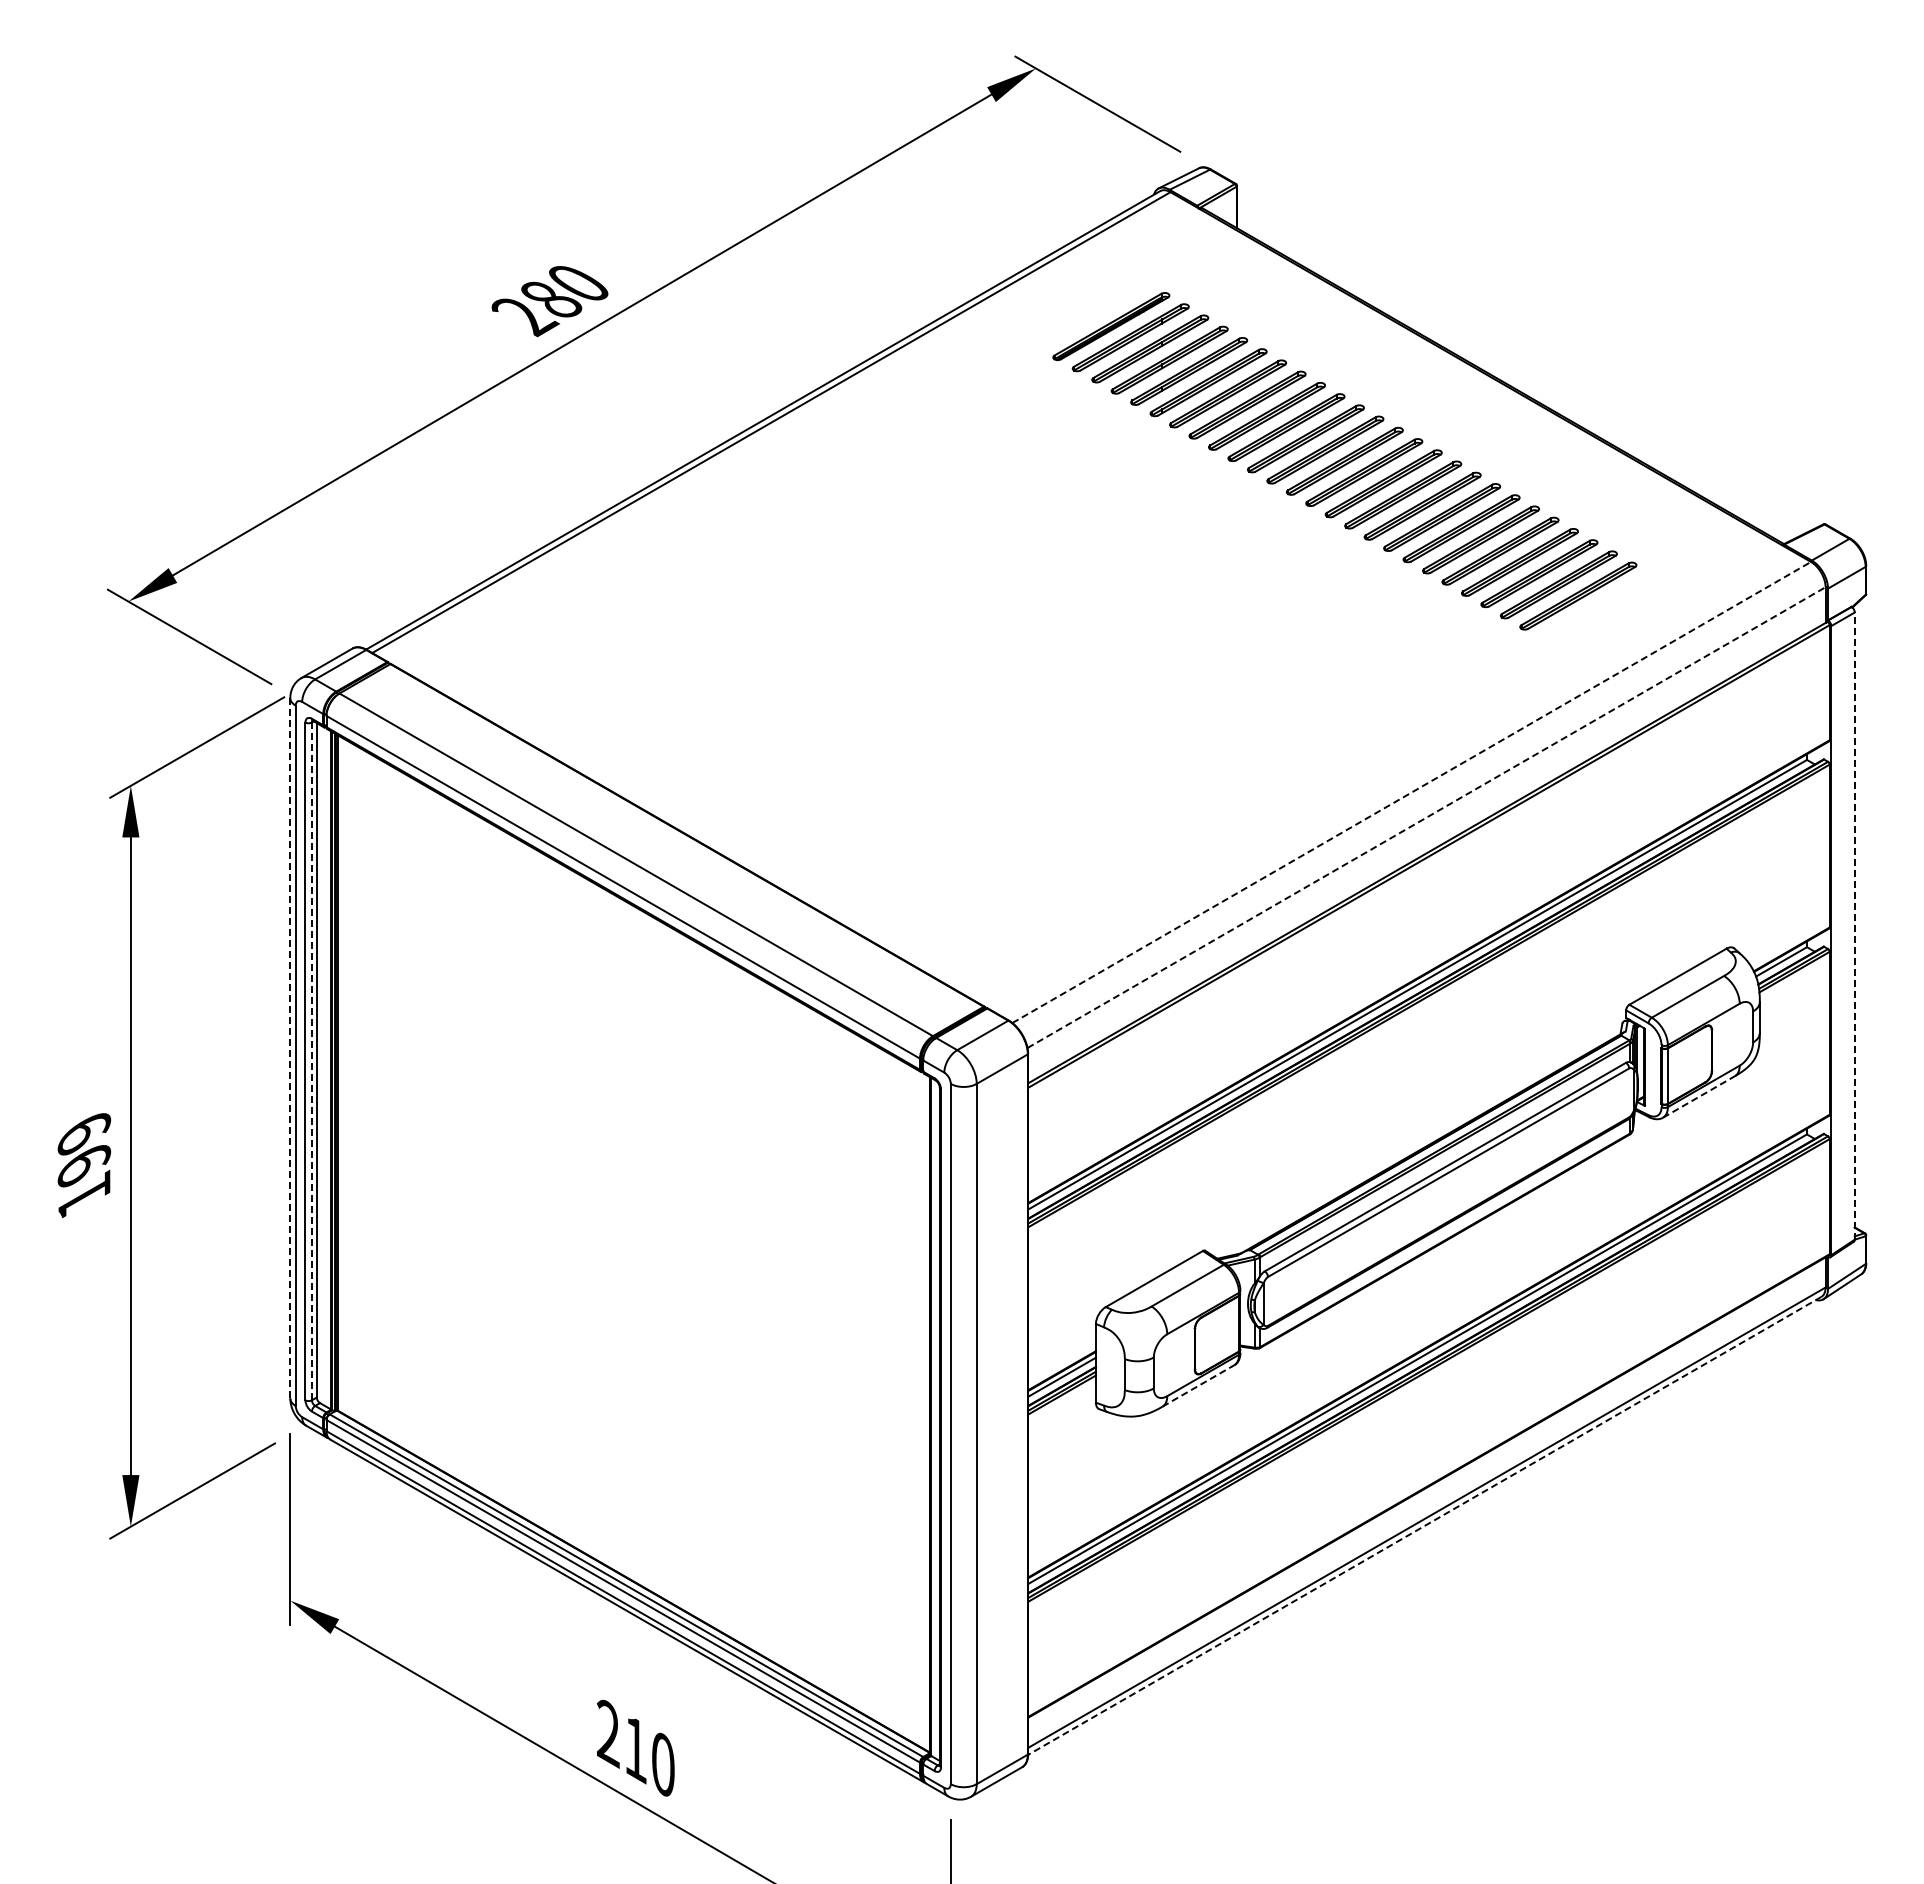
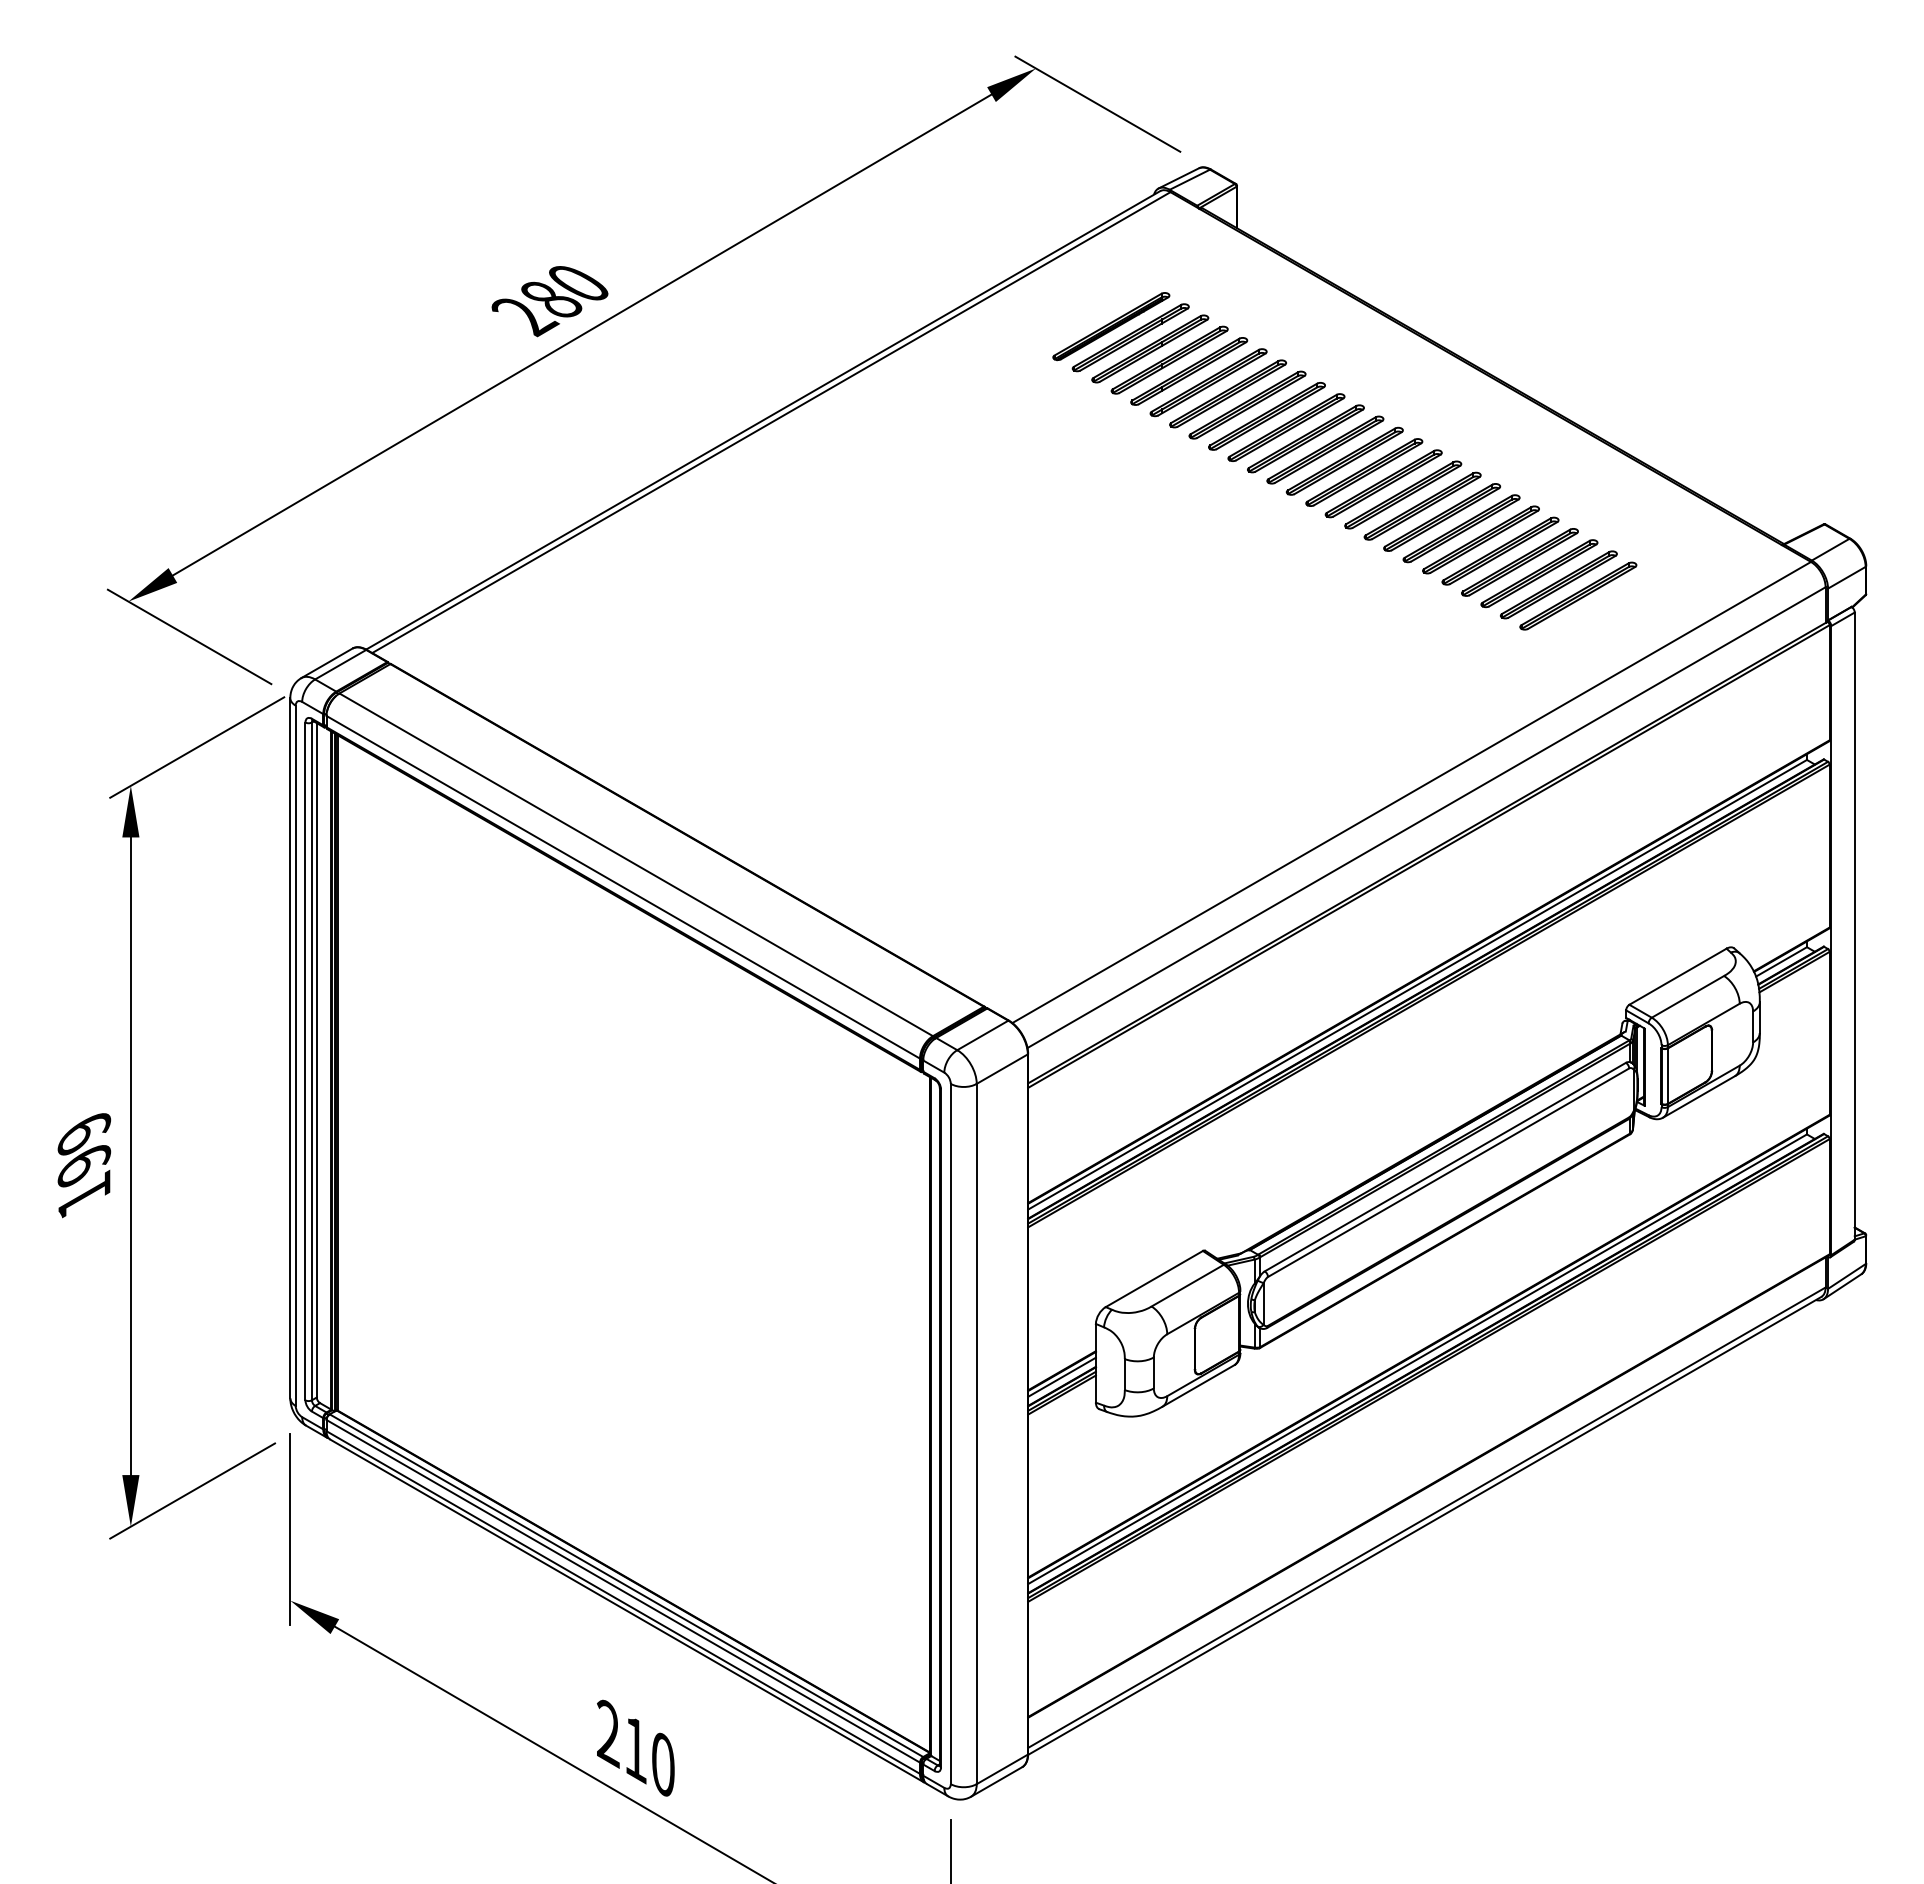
line at (1412, 792): dashed -> solid
line at (1426, 817): dashed -> solid
line at (1854, 926): dashed -> solid
line at (290, 1048): dashed -> solid
line at (311, 1061): dashed -> solid
line at (1698, 1096): dashed -> solid
line at (1198, 1385): dashed -> solid
line at (1424, 1525): dashed -> solid
